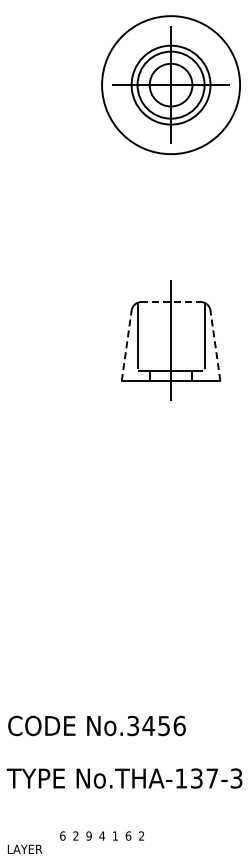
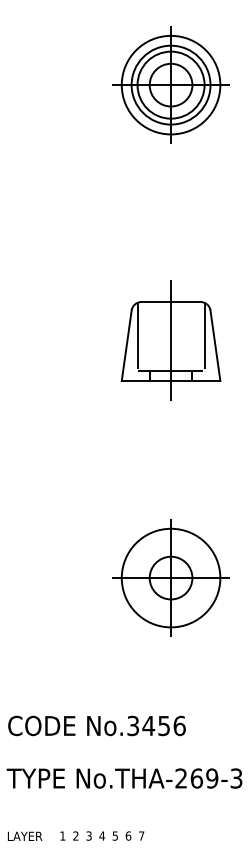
circle at (171, 85) diameter: 138 px -> 99 px
line at (171, 302): dashed -> solid
line at (126, 345): dashed -> solid
line at (215, 345): dashed -> solid
part at (170, 577): none -> present
text at (196, 778): No.THA-137-3 -> No.THA-269-3
text at (62, 835): 6 -> 1
text at (88, 835): 9 -> 3
text at (114, 835): 1 -> 5
text at (141, 835): 2 -> 7
text at (25, 848) position: (25, 848) -> (25, 835)
